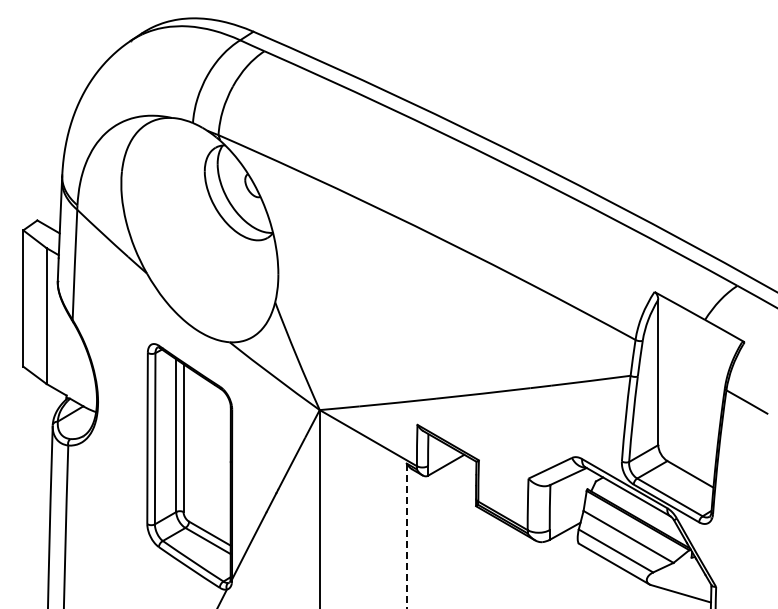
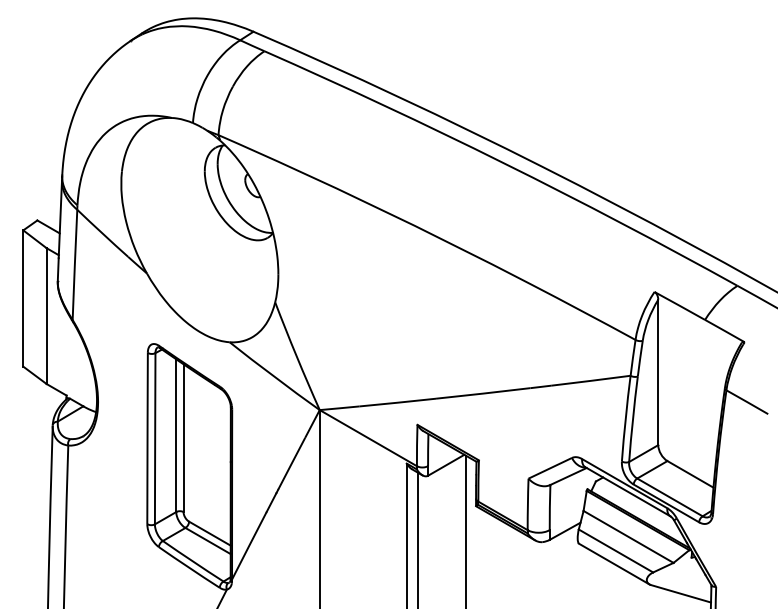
line at (466, 530): none -> present
line at (406, 536): dashed -> solid
line at (417, 538): none -> present
